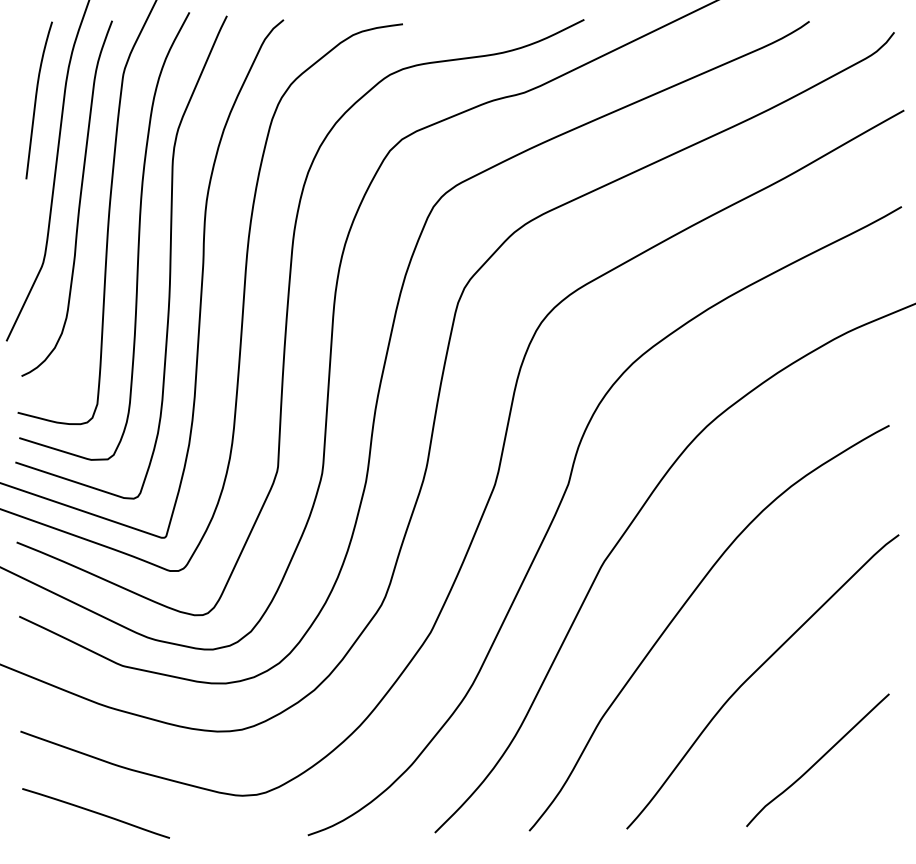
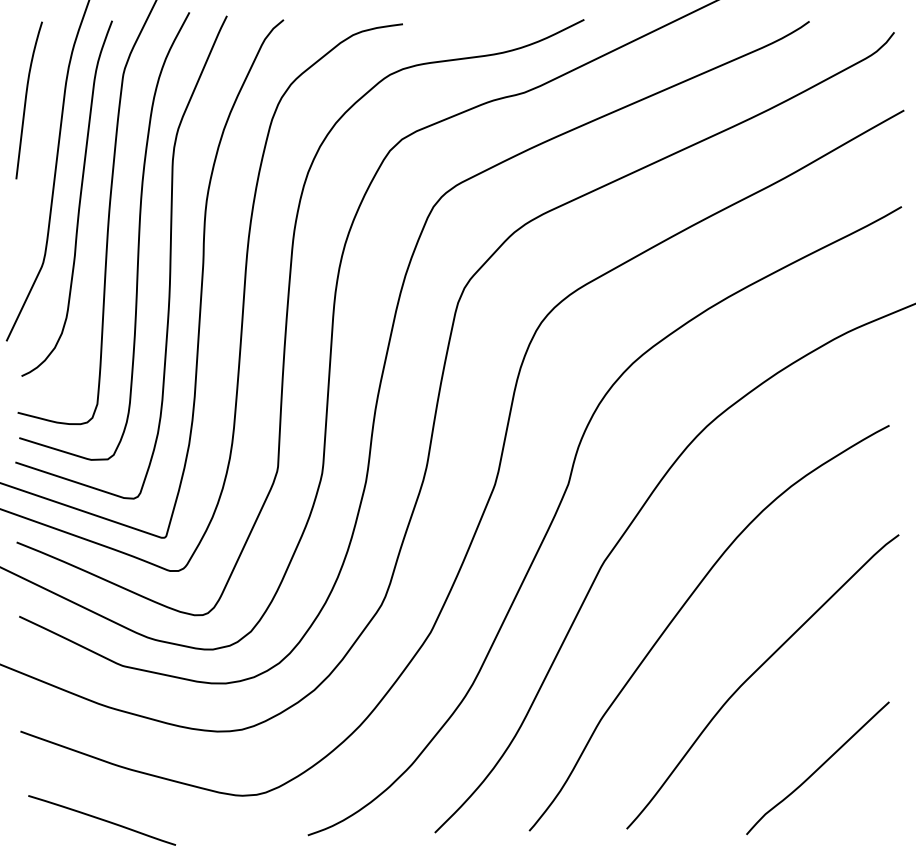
curve at (36, 100) position: (36, 100) -> (26, 100)
curve at (817, 760) position: (817, 760) -> (817, 768)
curve at (96, 813) position: (96, 813) -> (102, 820)
